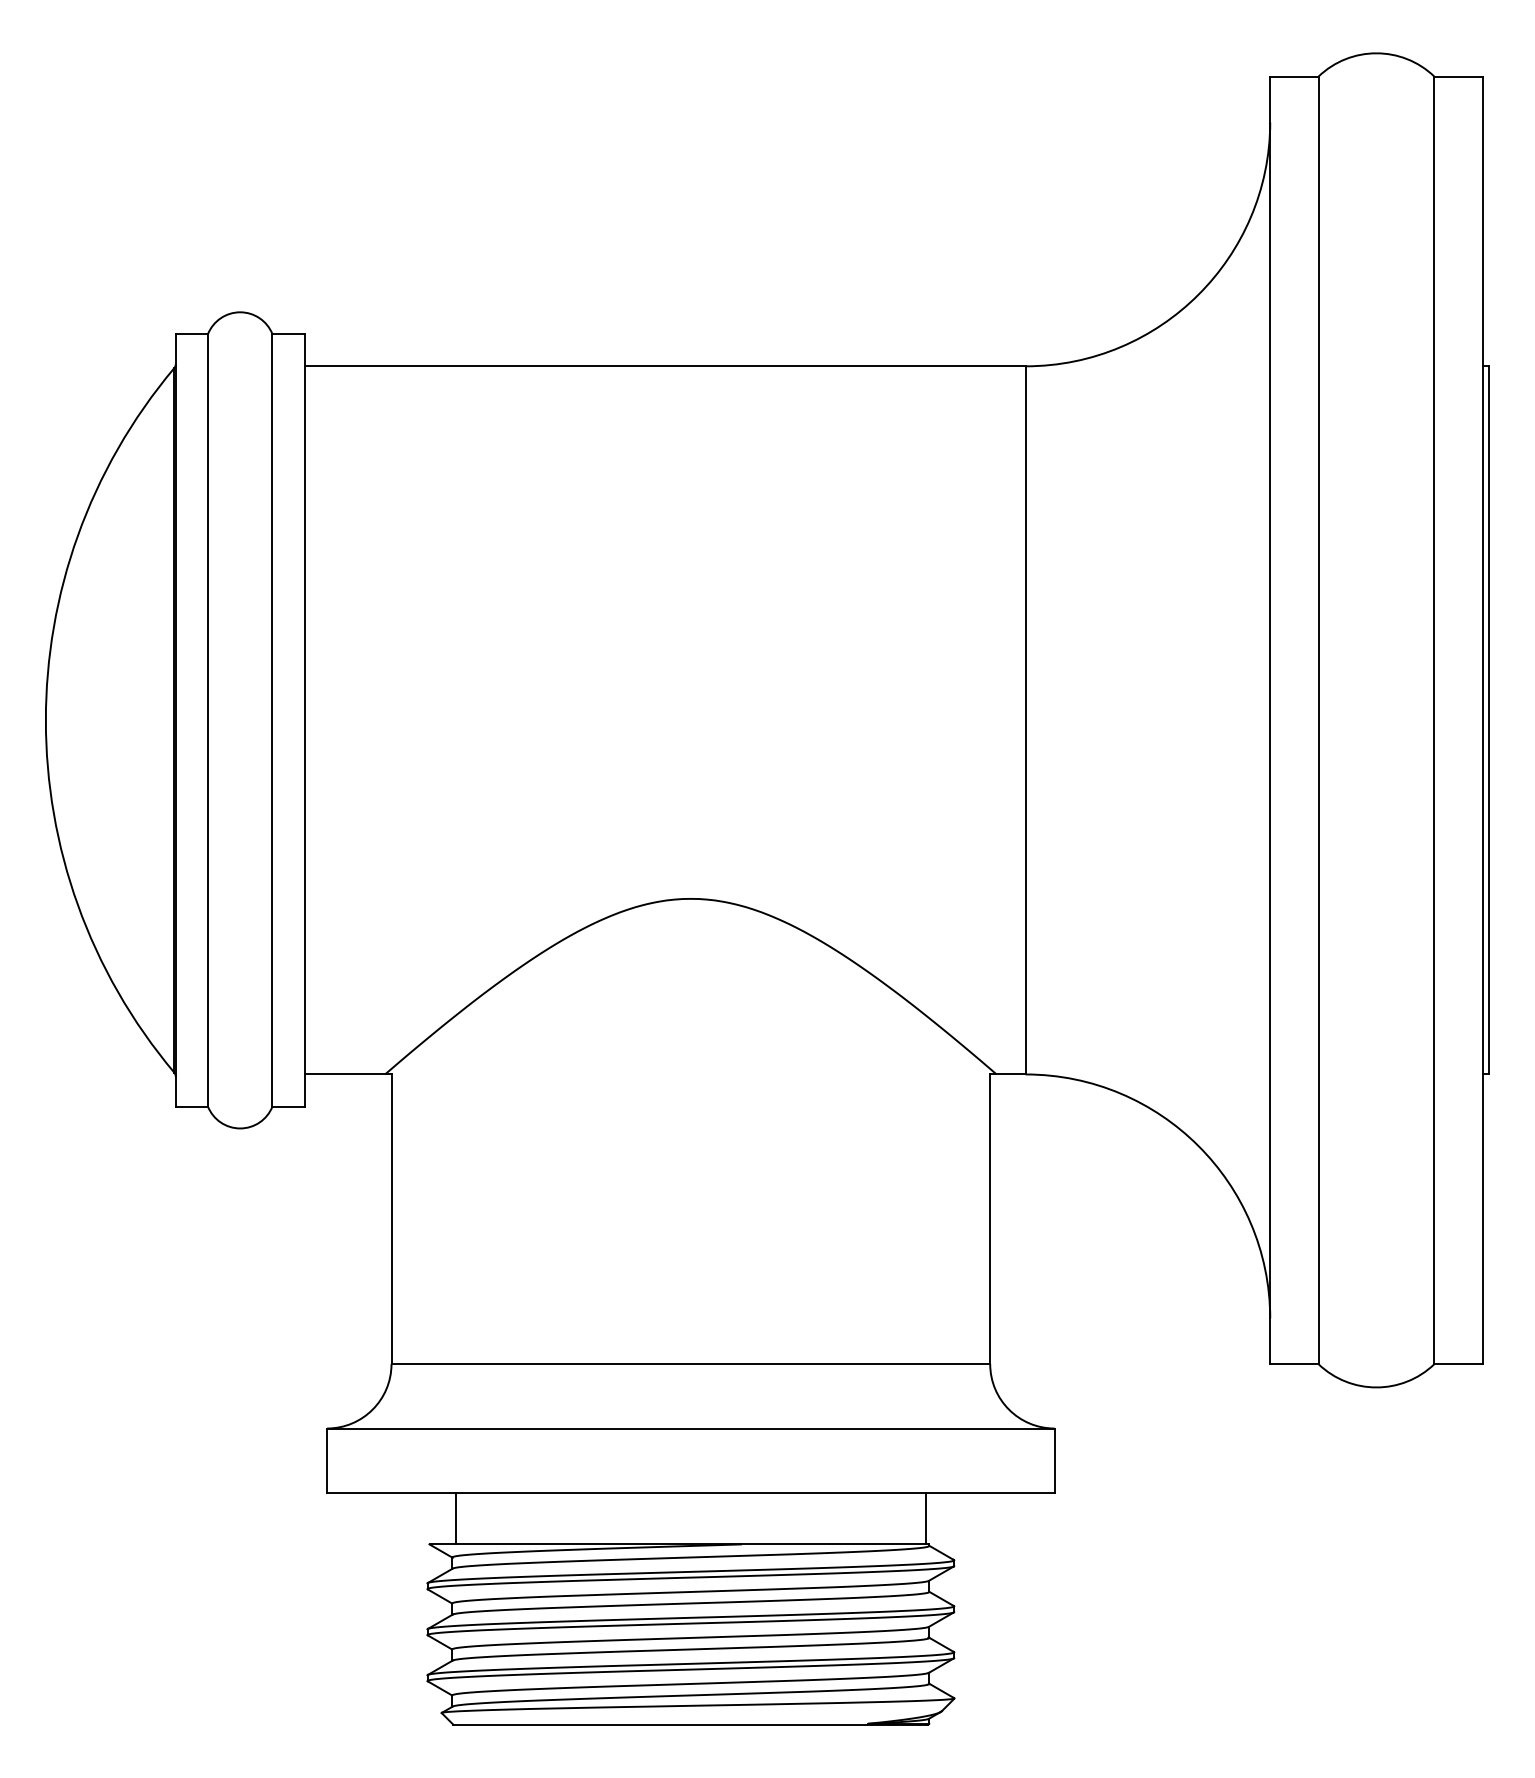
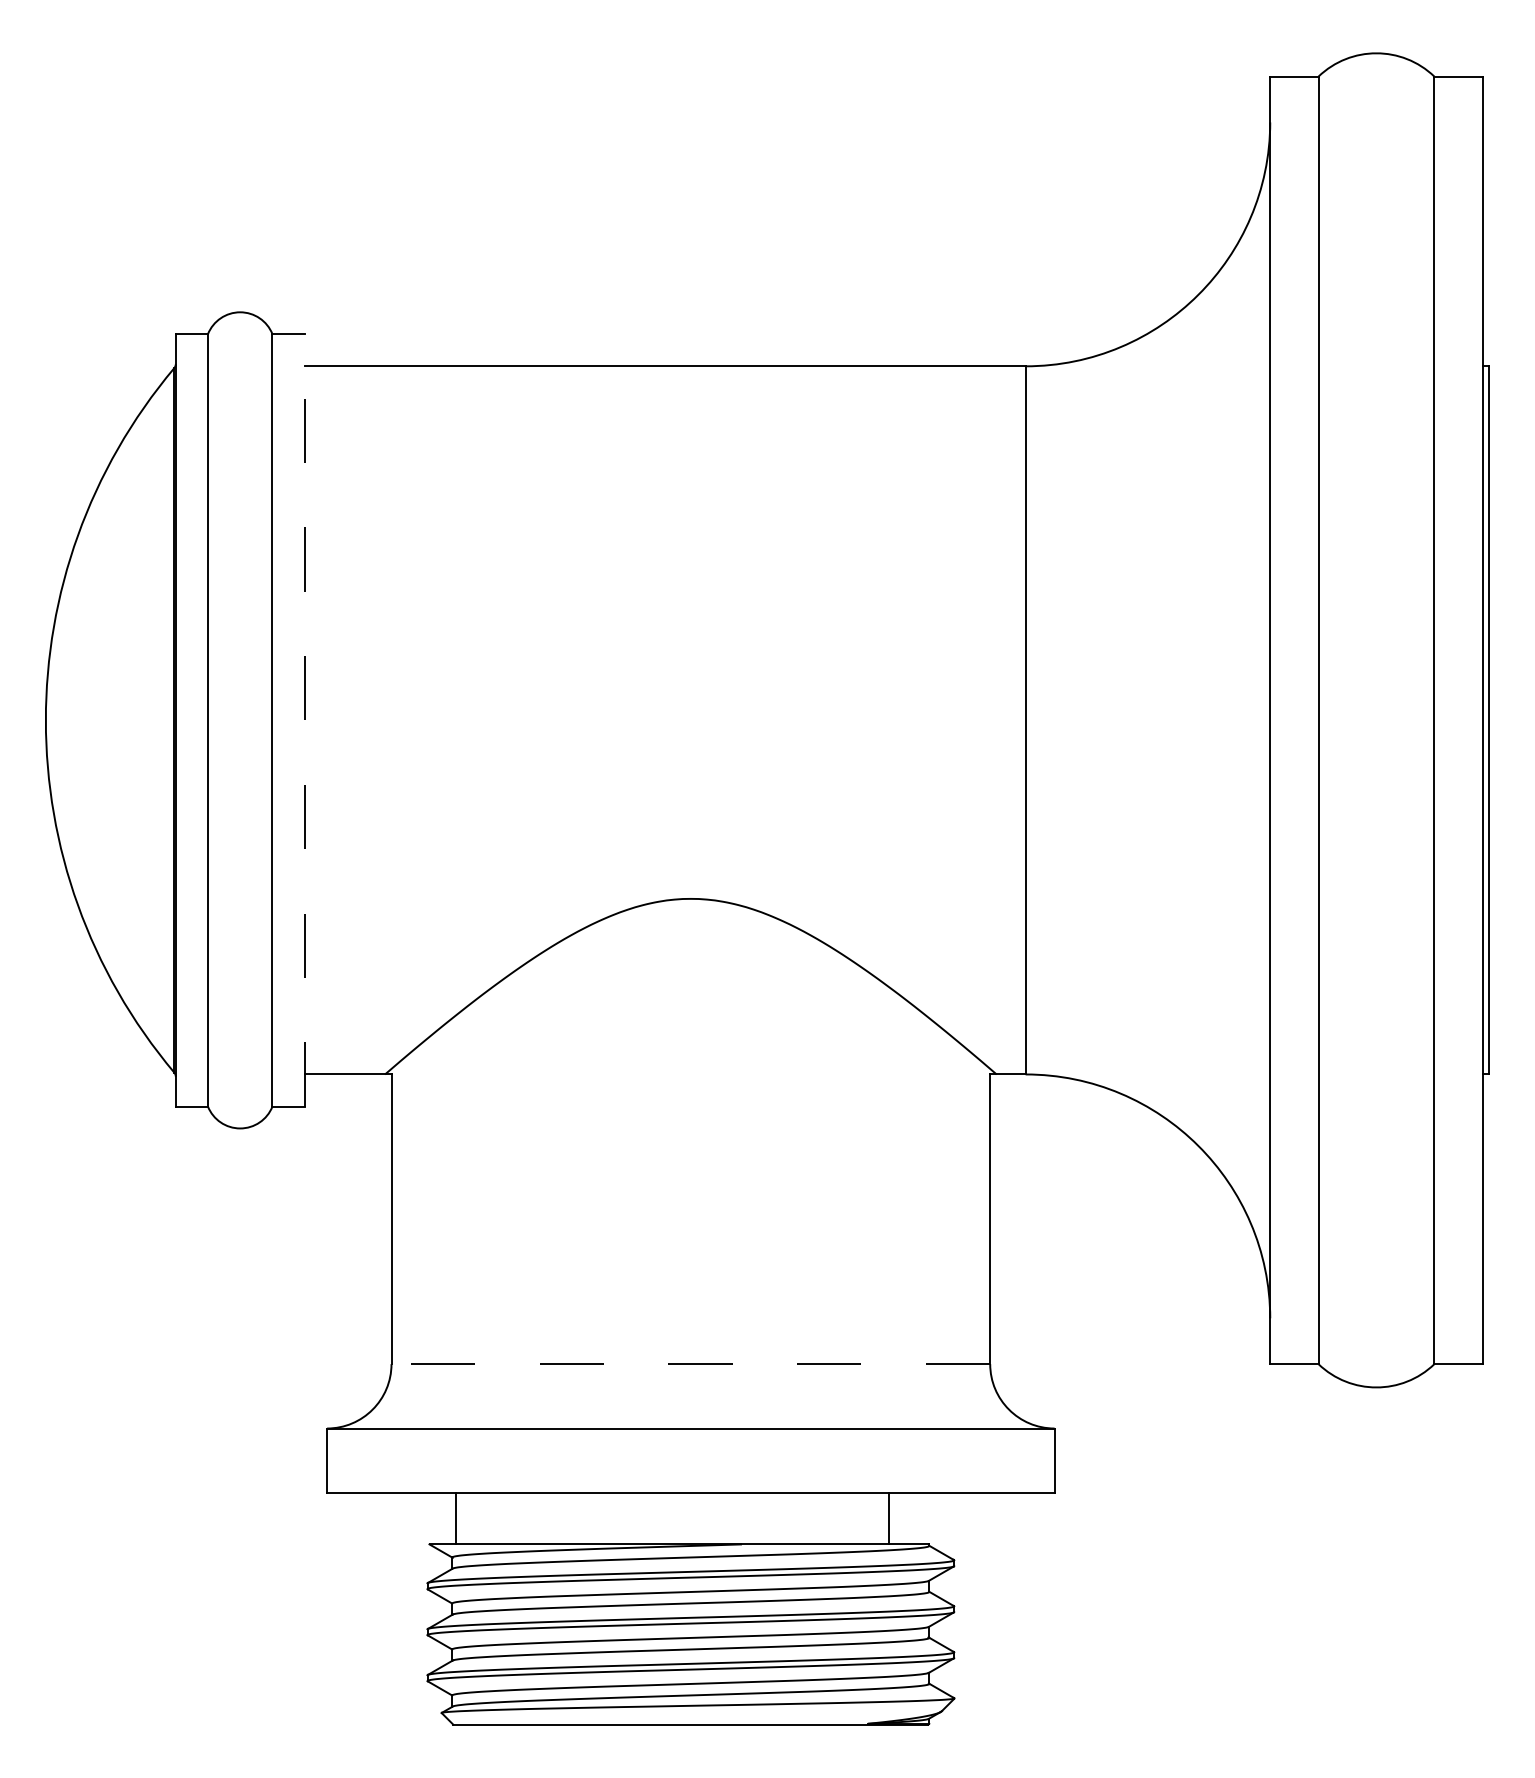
line at (304, 719): solid -> dashed
line at (690, 1364): solid -> dashed
line at (925, 1518) position: (925, 1518) -> (888, 1518)
